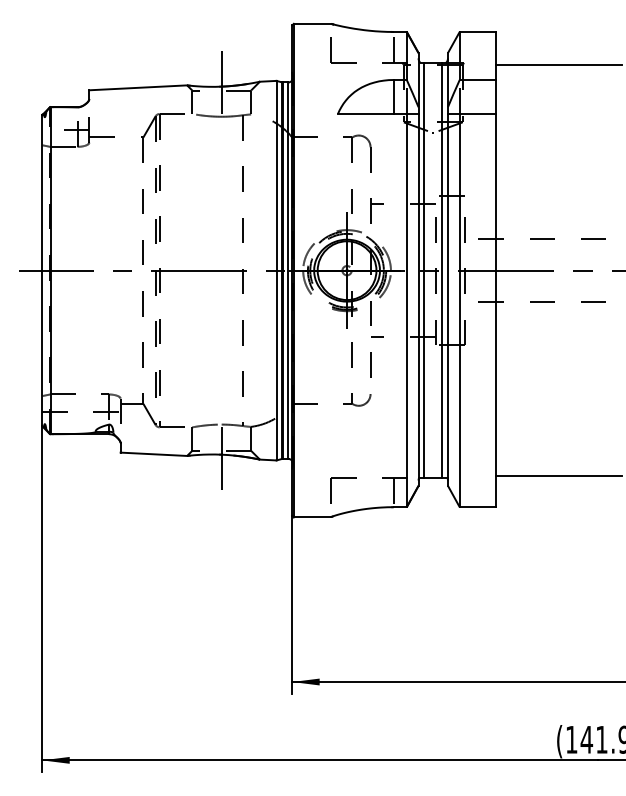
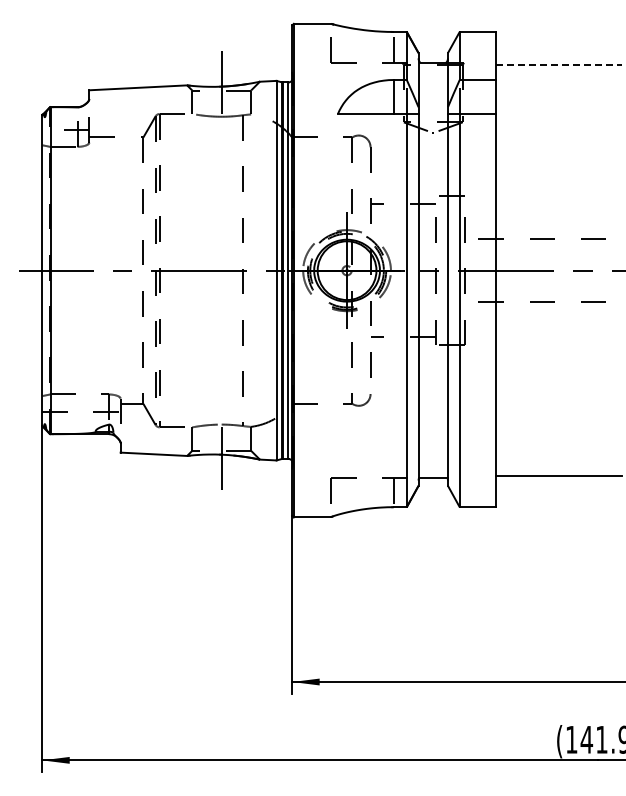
line at (559, 65): solid -> dashed
line at (424, 270): present -> none
line at (442, 270): present -> none
